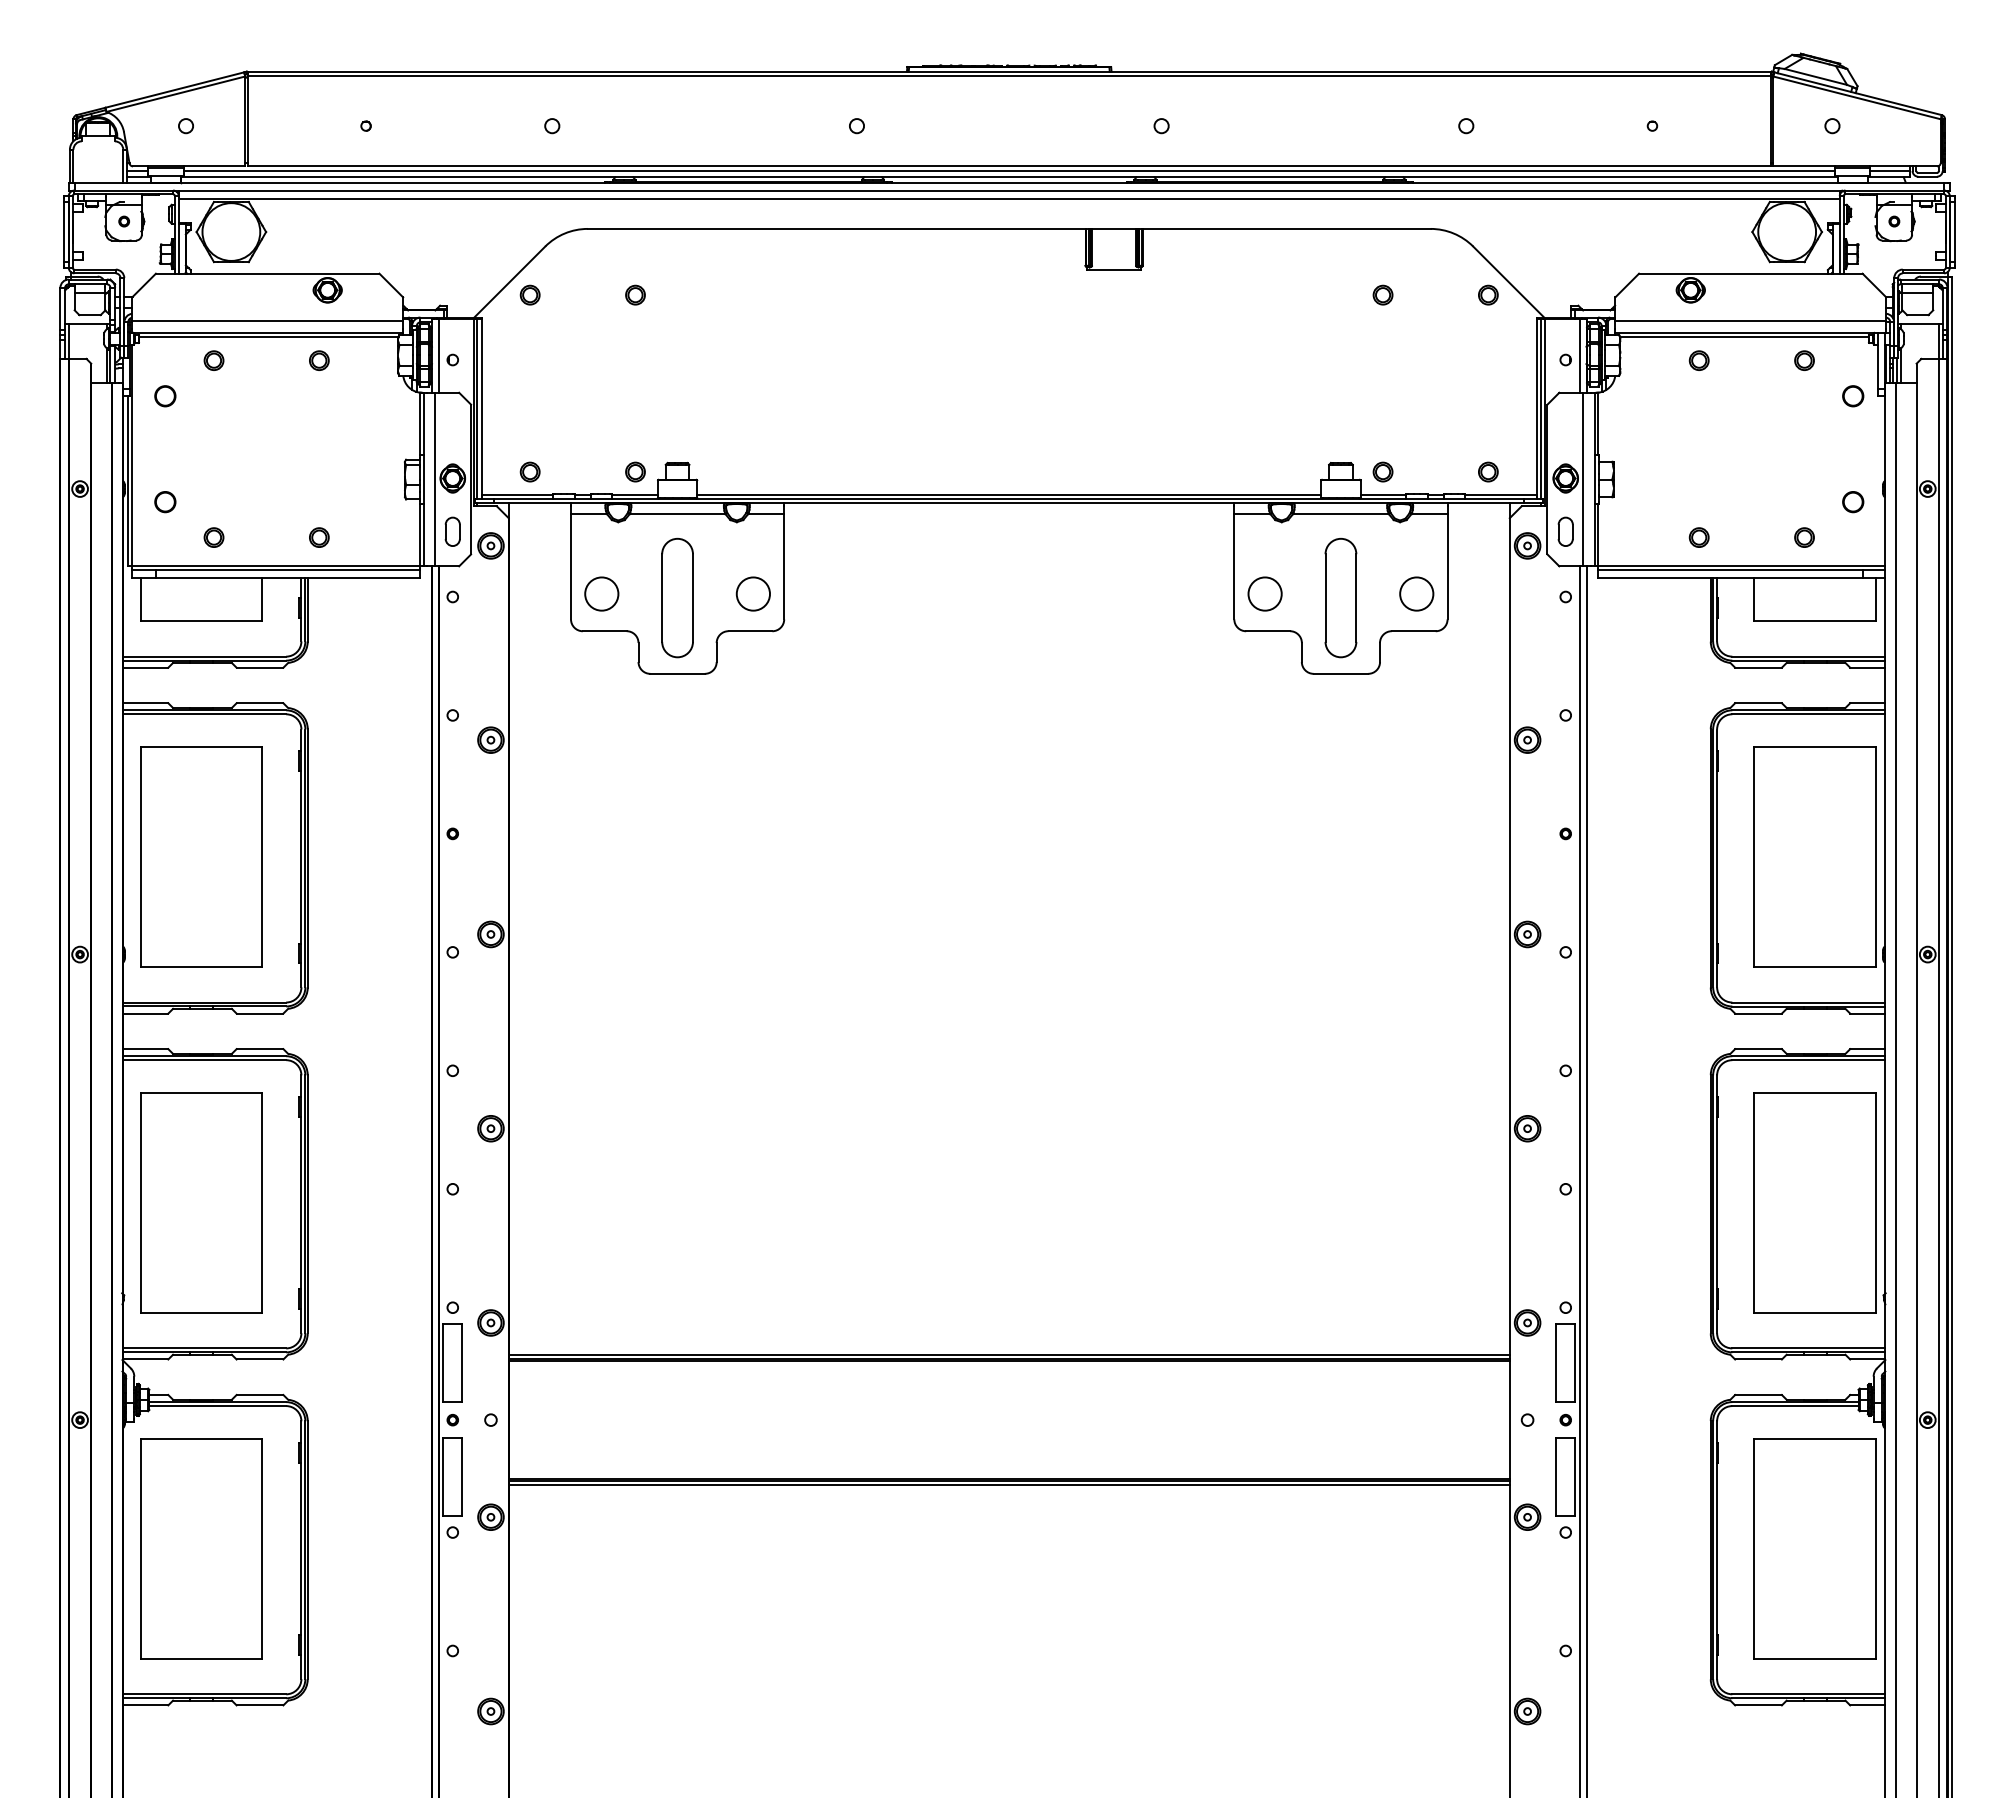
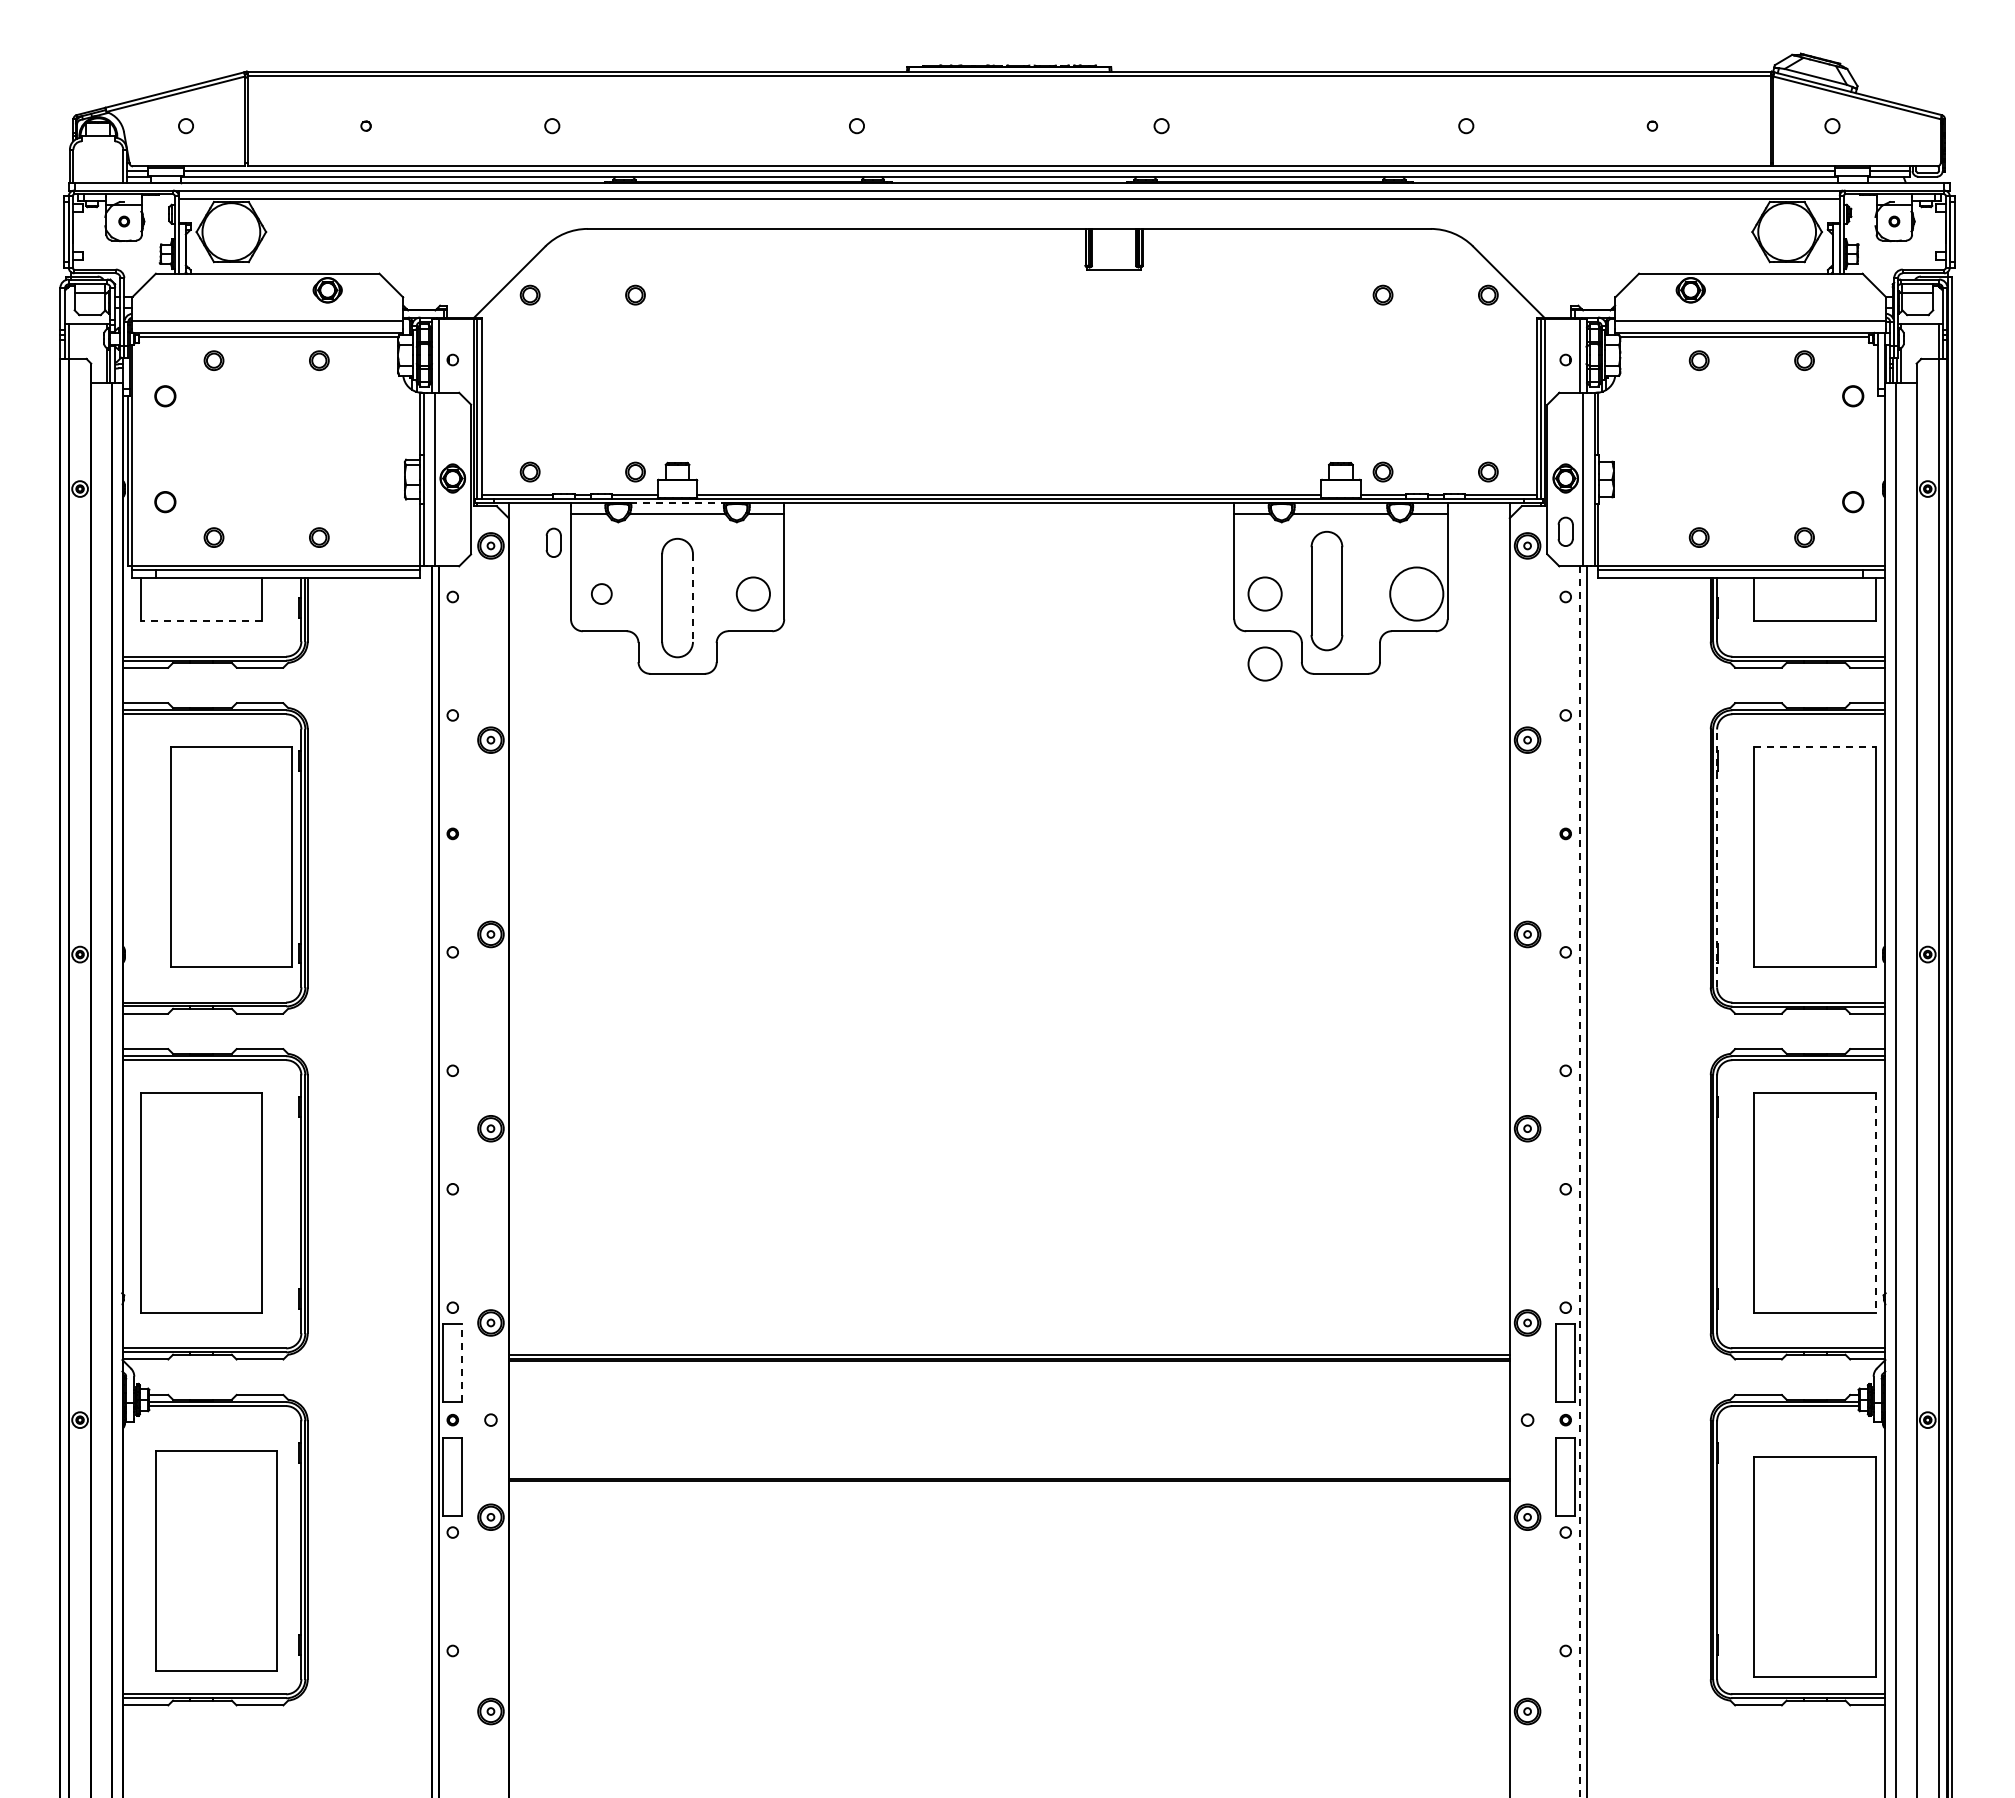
line at (677, 503): solid -> dashed
part at (452, 531) position: (452, 531) -> (553, 542)
circle at (601, 593) diameter: 33 px -> 20 px
circle at (1416, 593) diameter: 33 px -> 53 px
part at (1340, 597) position: (1340, 597) -> (1326, 590)
line at (692, 598): solid -> dashed
line at (201, 621): solid -> dashed
circle at (1264, 663): none -> present
line at (1815, 747): solid -> dashed
part at (201, 856) position: (201, 856) -> (231, 856)
line at (1717, 858): solid -> dashed
line at (1579, 1182): solid -> dashed
line at (1875, 1203): solid -> dashed
line at (462, 1362): solid -> dashed
line at (1008, 1485): present -> none
part at (201, 1548) position: (201, 1548) -> (216, 1560)
part at (1814, 1548) position: (1814, 1548) -> (1814, 1566)
